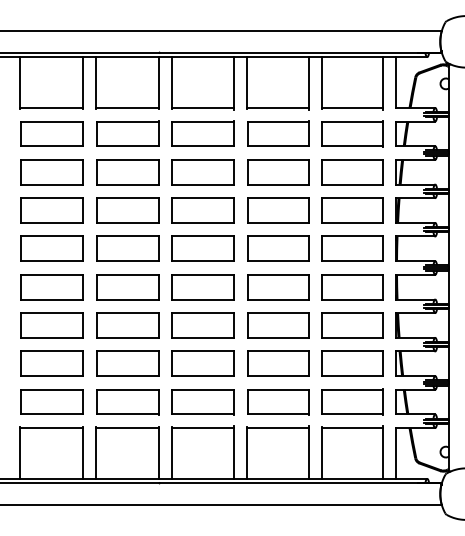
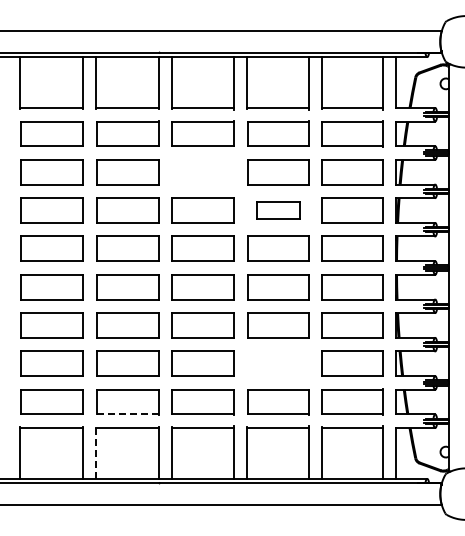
part at (202, 172): present -> none
part at (278, 210) size: 63x27 px -> 45x19 px
part at (278, 363): present -> none
line at (127, 414): solid -> dashed
line at (96, 452): solid -> dashed
